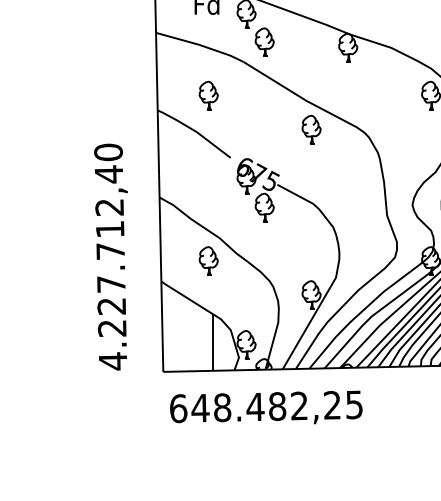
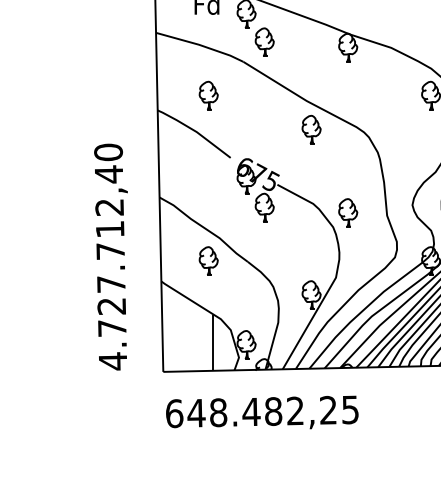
part at (348, 212): none -> present
text at (111, 328): 4.227.712,40 -> 4.727.712,40
text at (266, 407) position: (266, 407) -> (262, 412)
